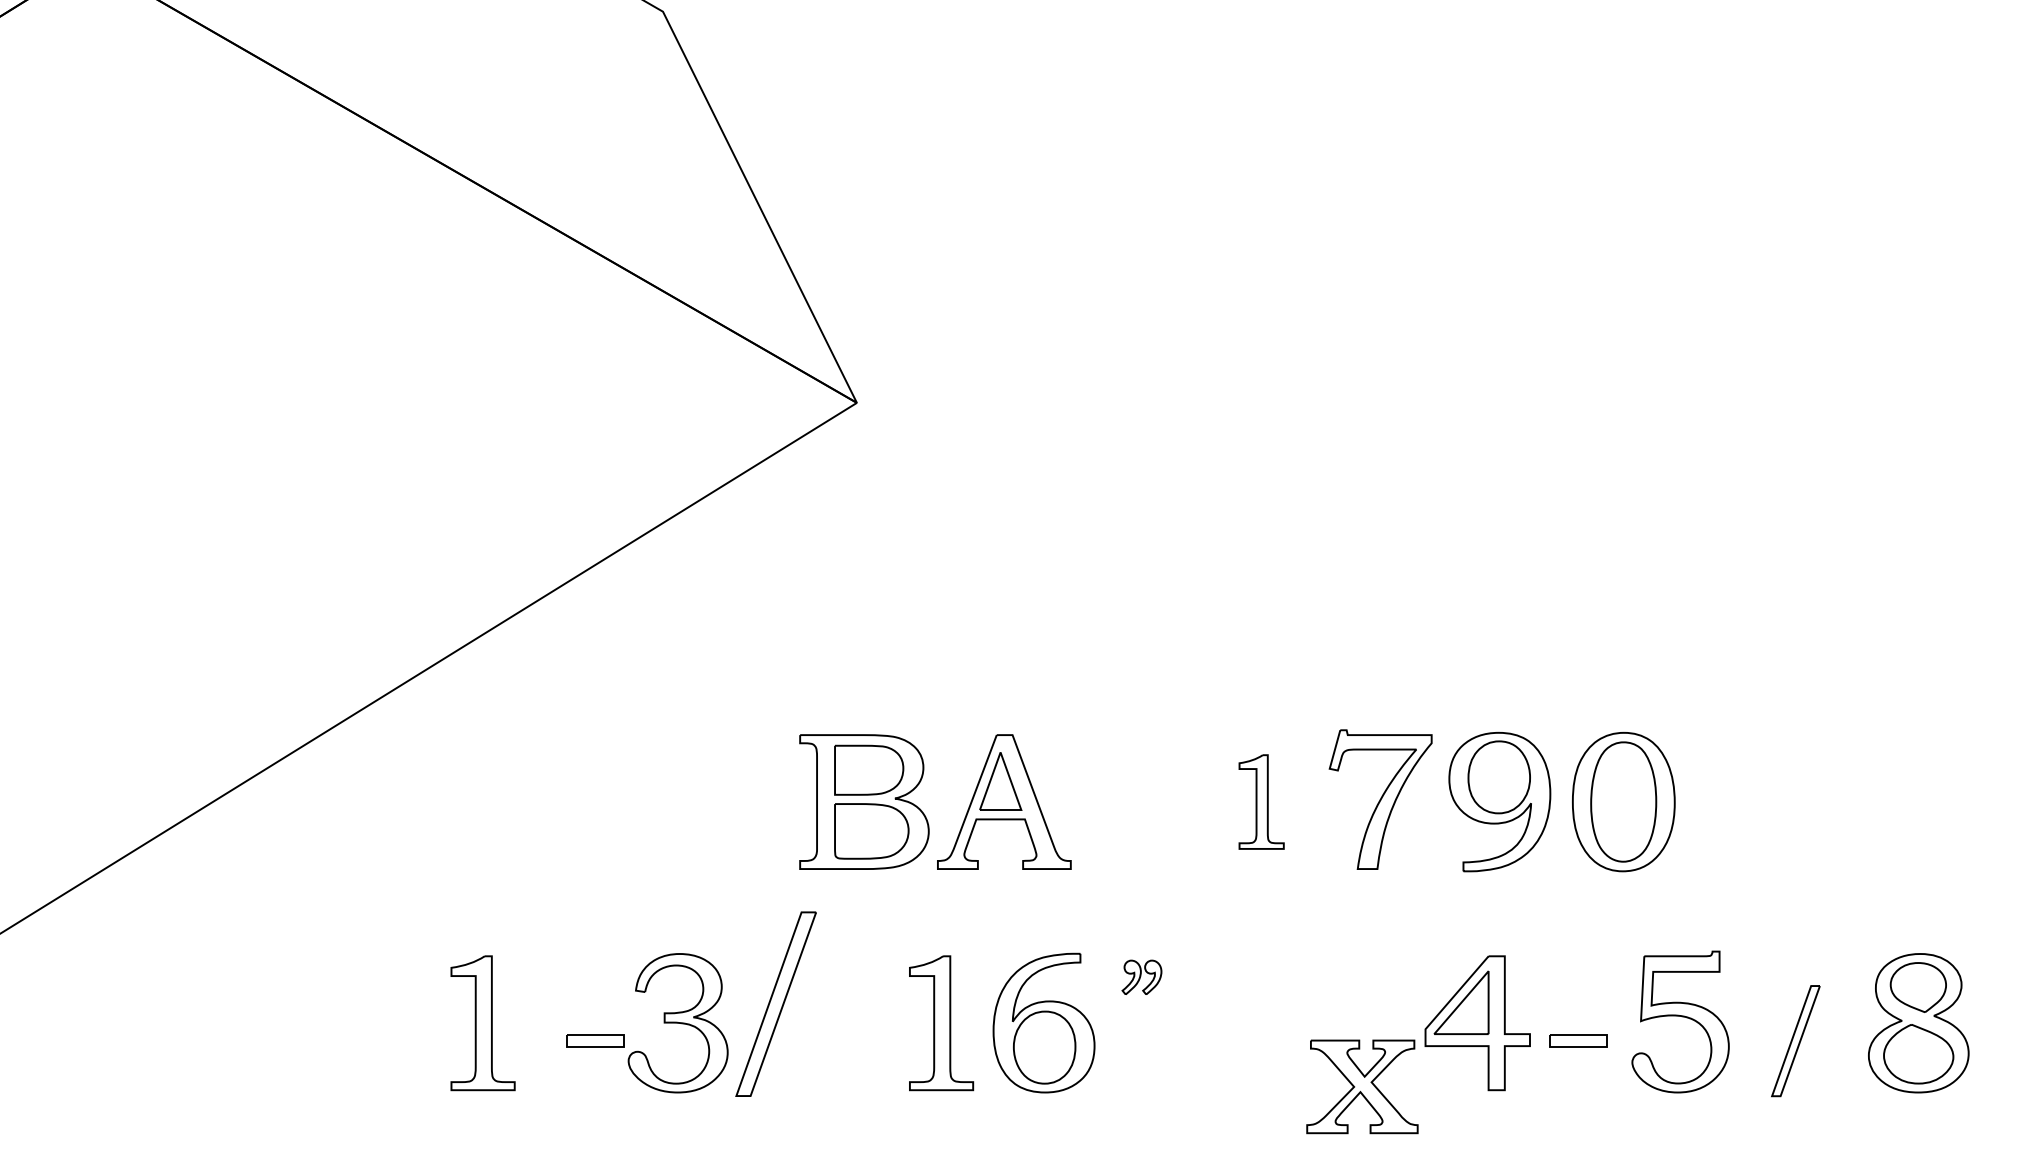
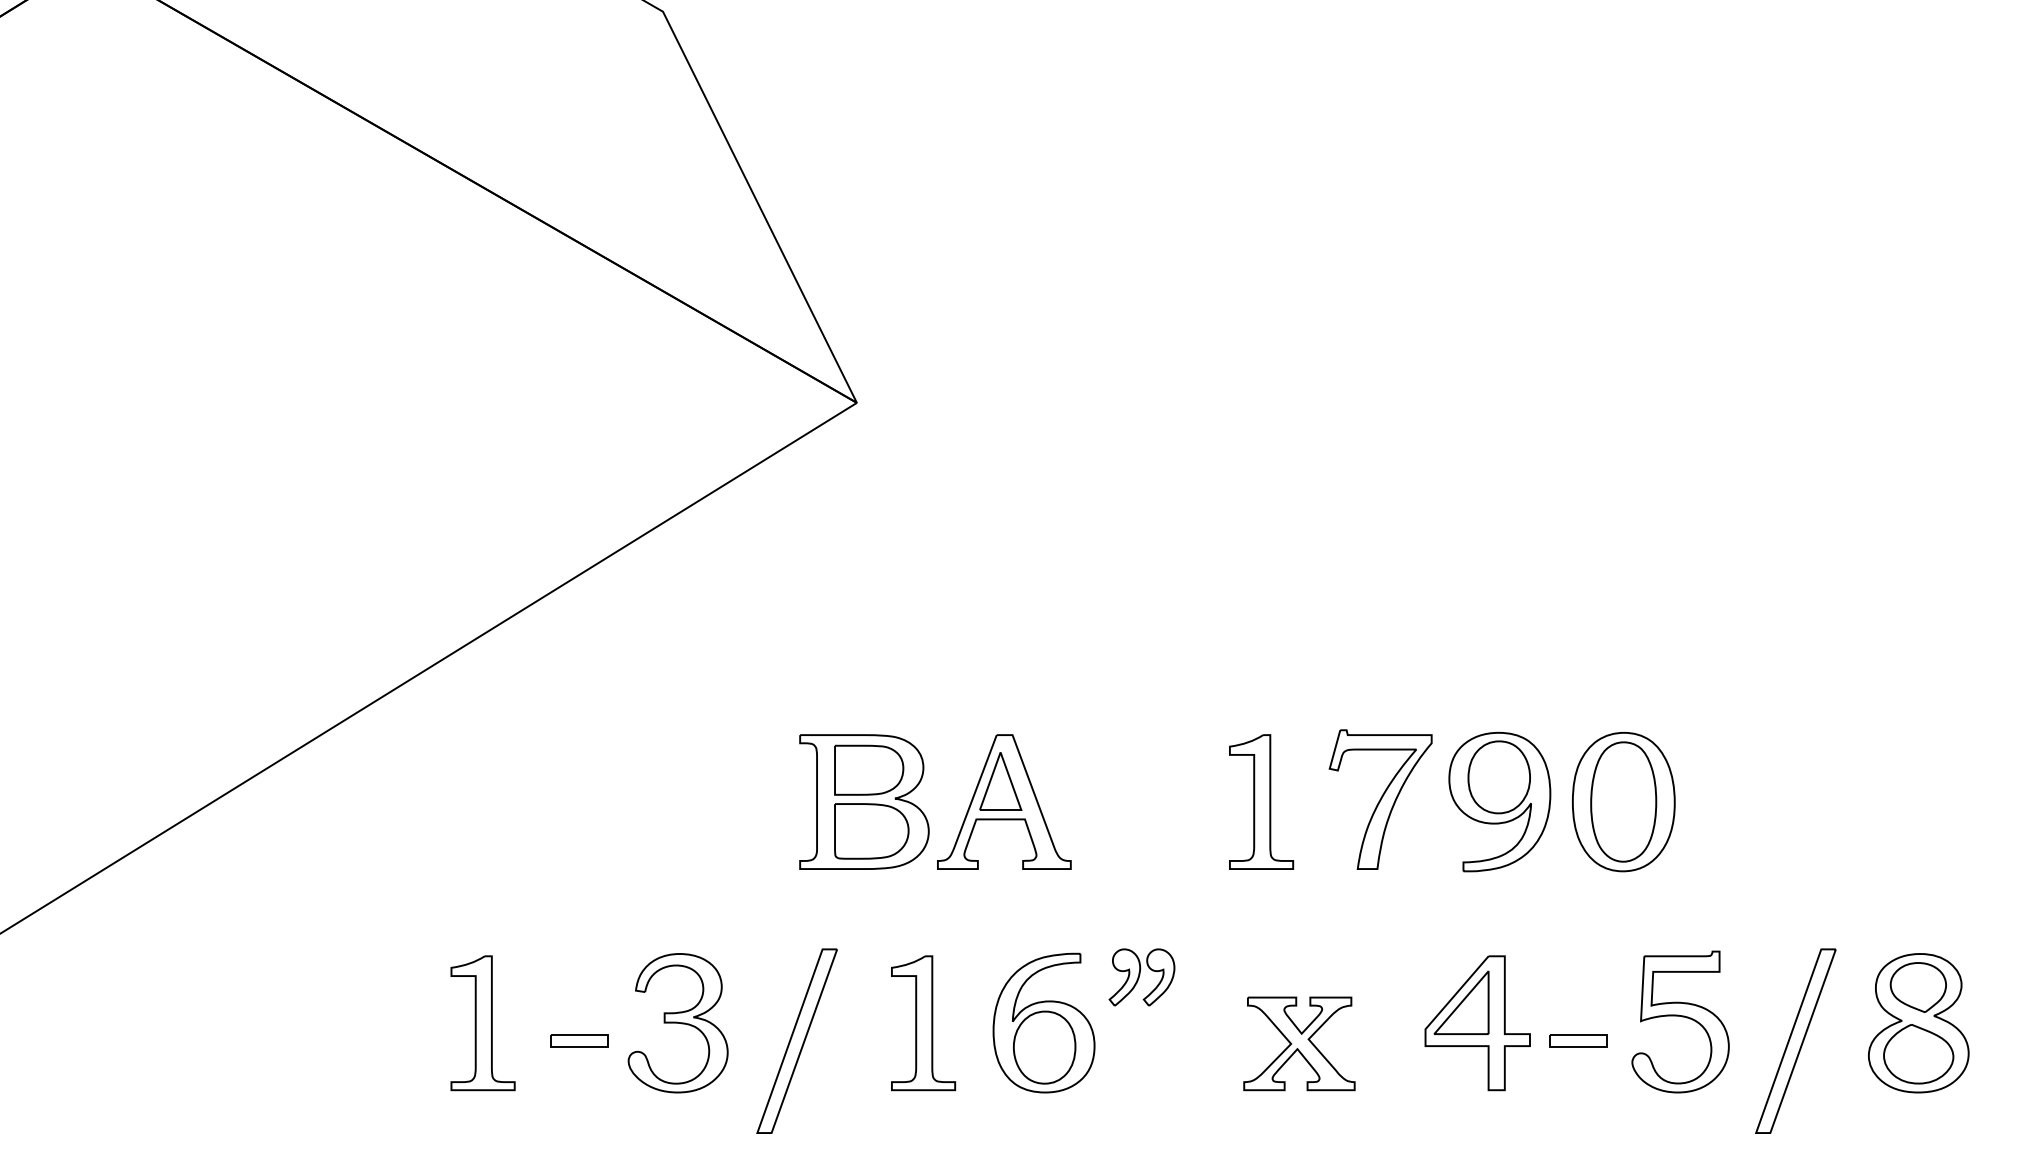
part at (1261, 801) size: 47x96 px -> 66x136 px
part at (1141, 976) size: 42x36 px -> 68x59 px
part at (775, 1003) position: (775, 1003) -> (796, 1040)
part at (941, 1023) position: (941, 1023) -> (923, 1023)
part at (595, 1040) position: (595, 1040) -> (579, 1040)
part at (1795, 1041) size: 50x113 px -> 82x186 px
part at (1362, 1086) position: (1362, 1086) -> (1299, 1043)
